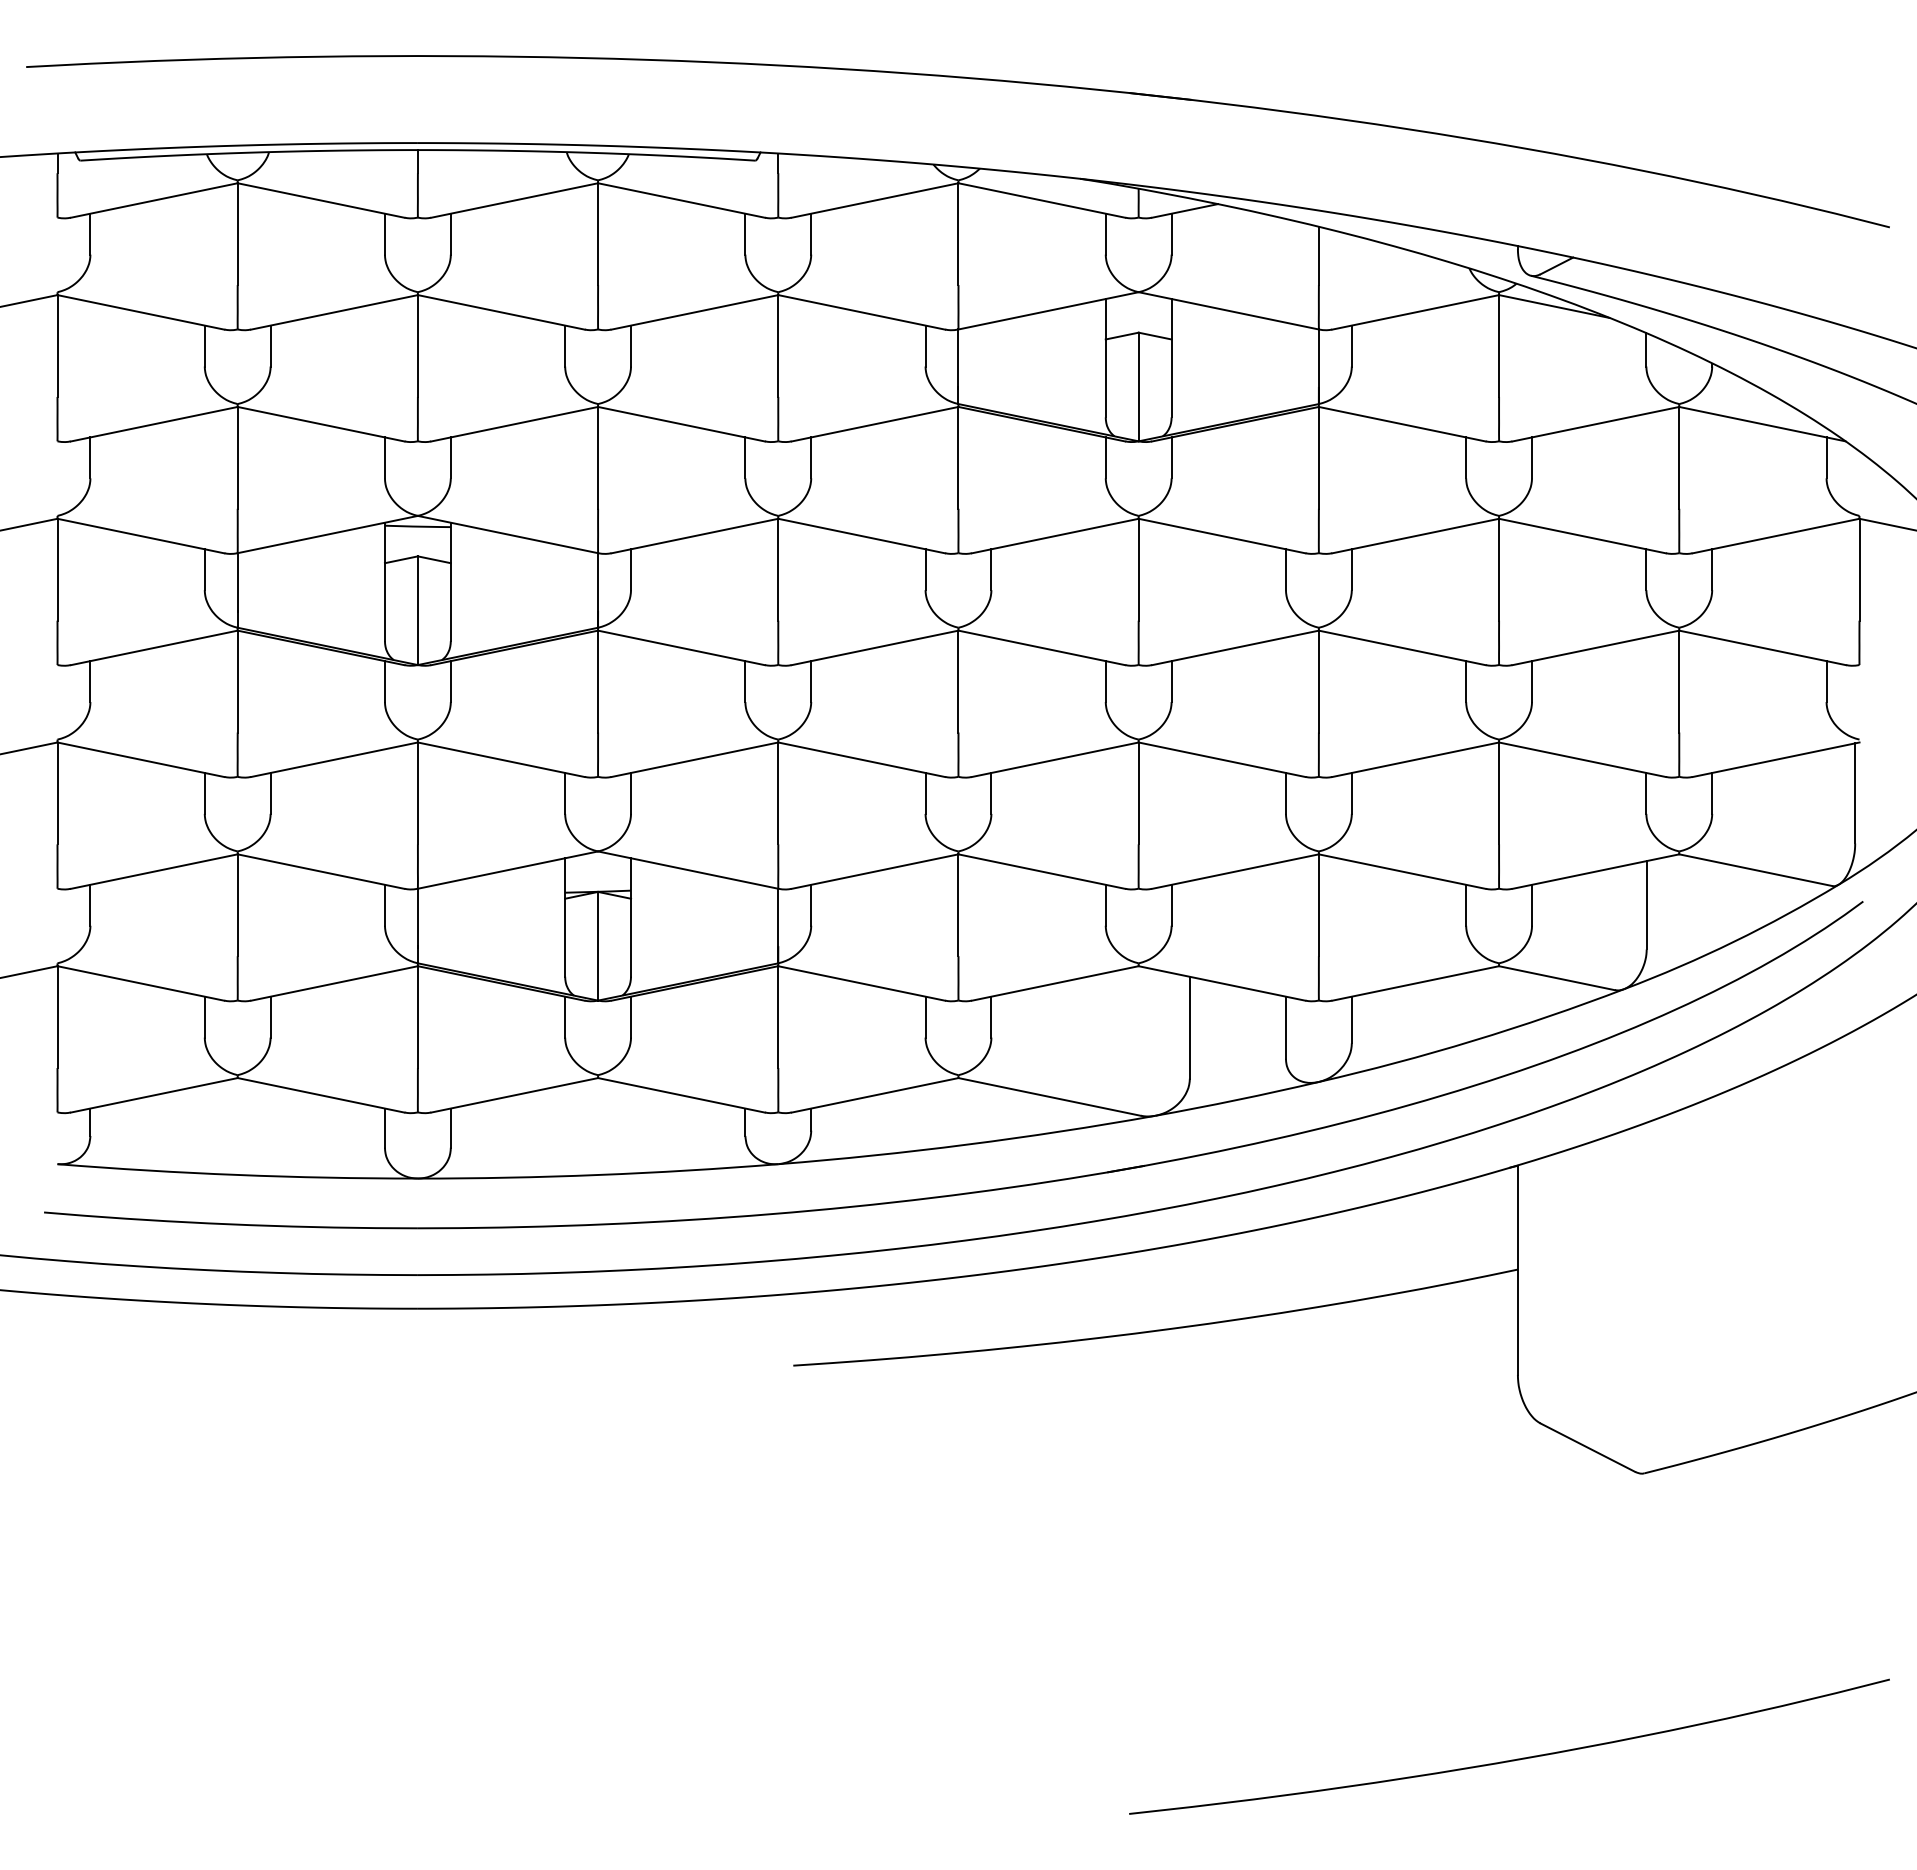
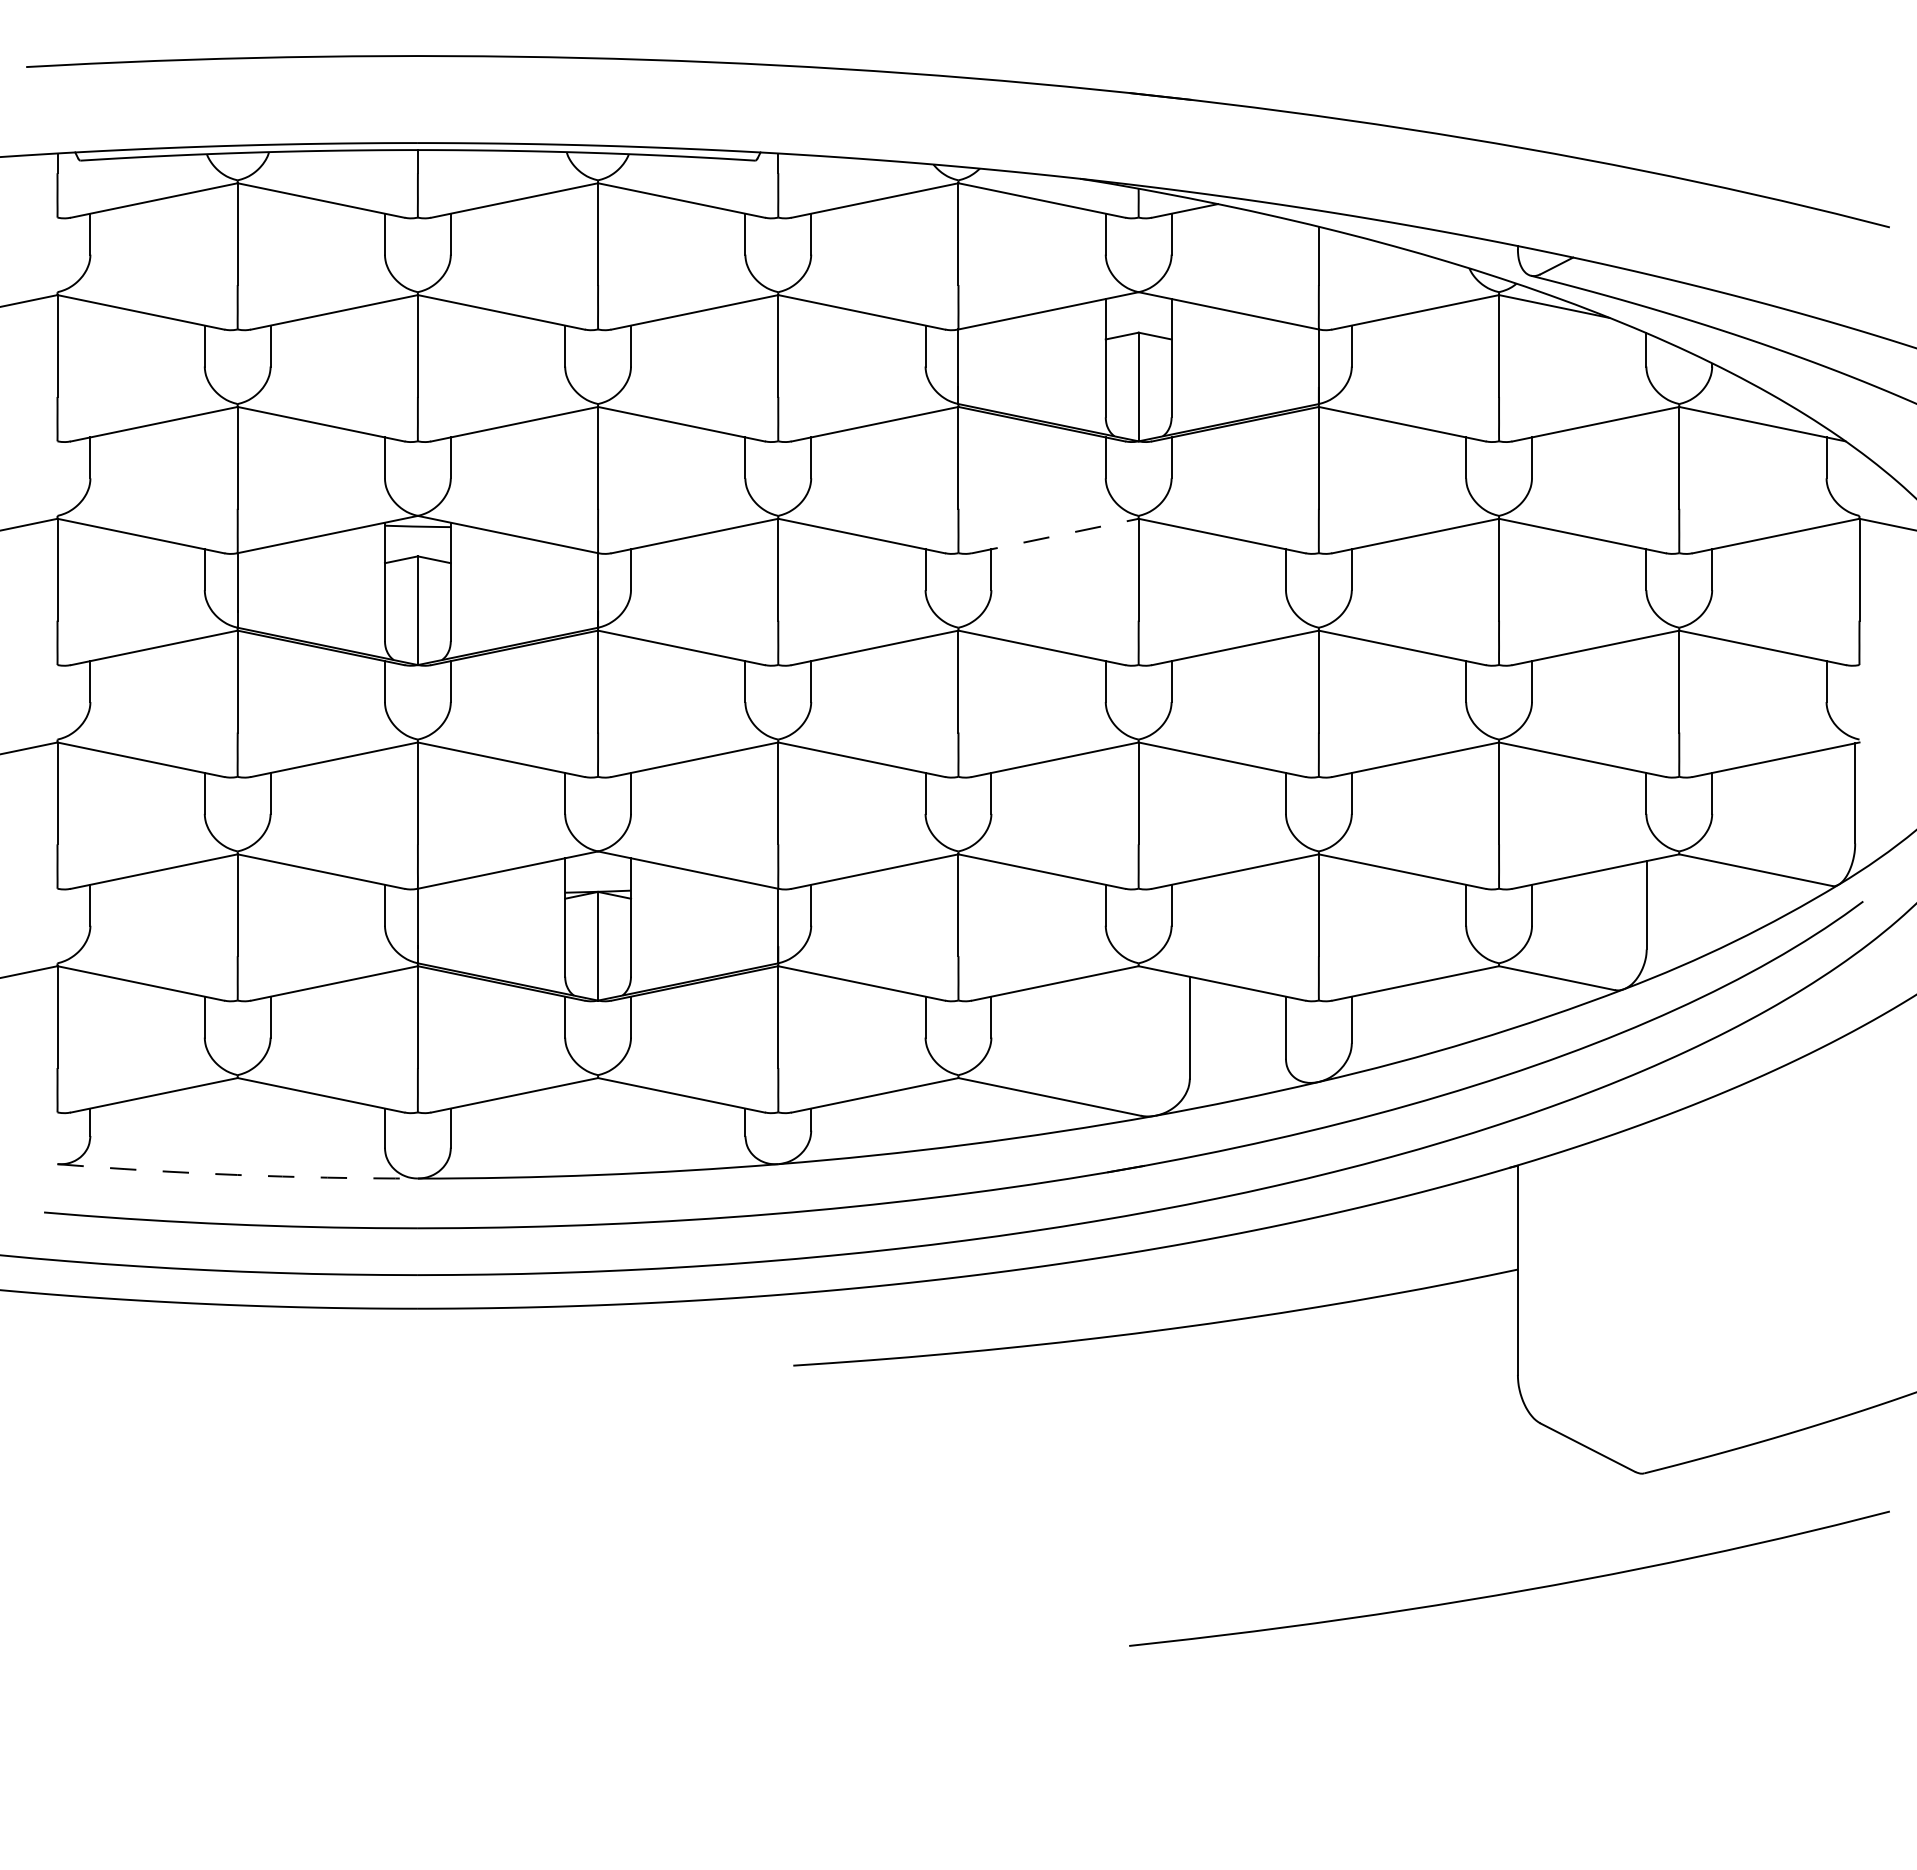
line at (1055, 535): solid -> dashed
arc at (237, 1174): solid -> dashed
curve at (1511, 1759) position: (1511, 1759) -> (1511, 1591)
